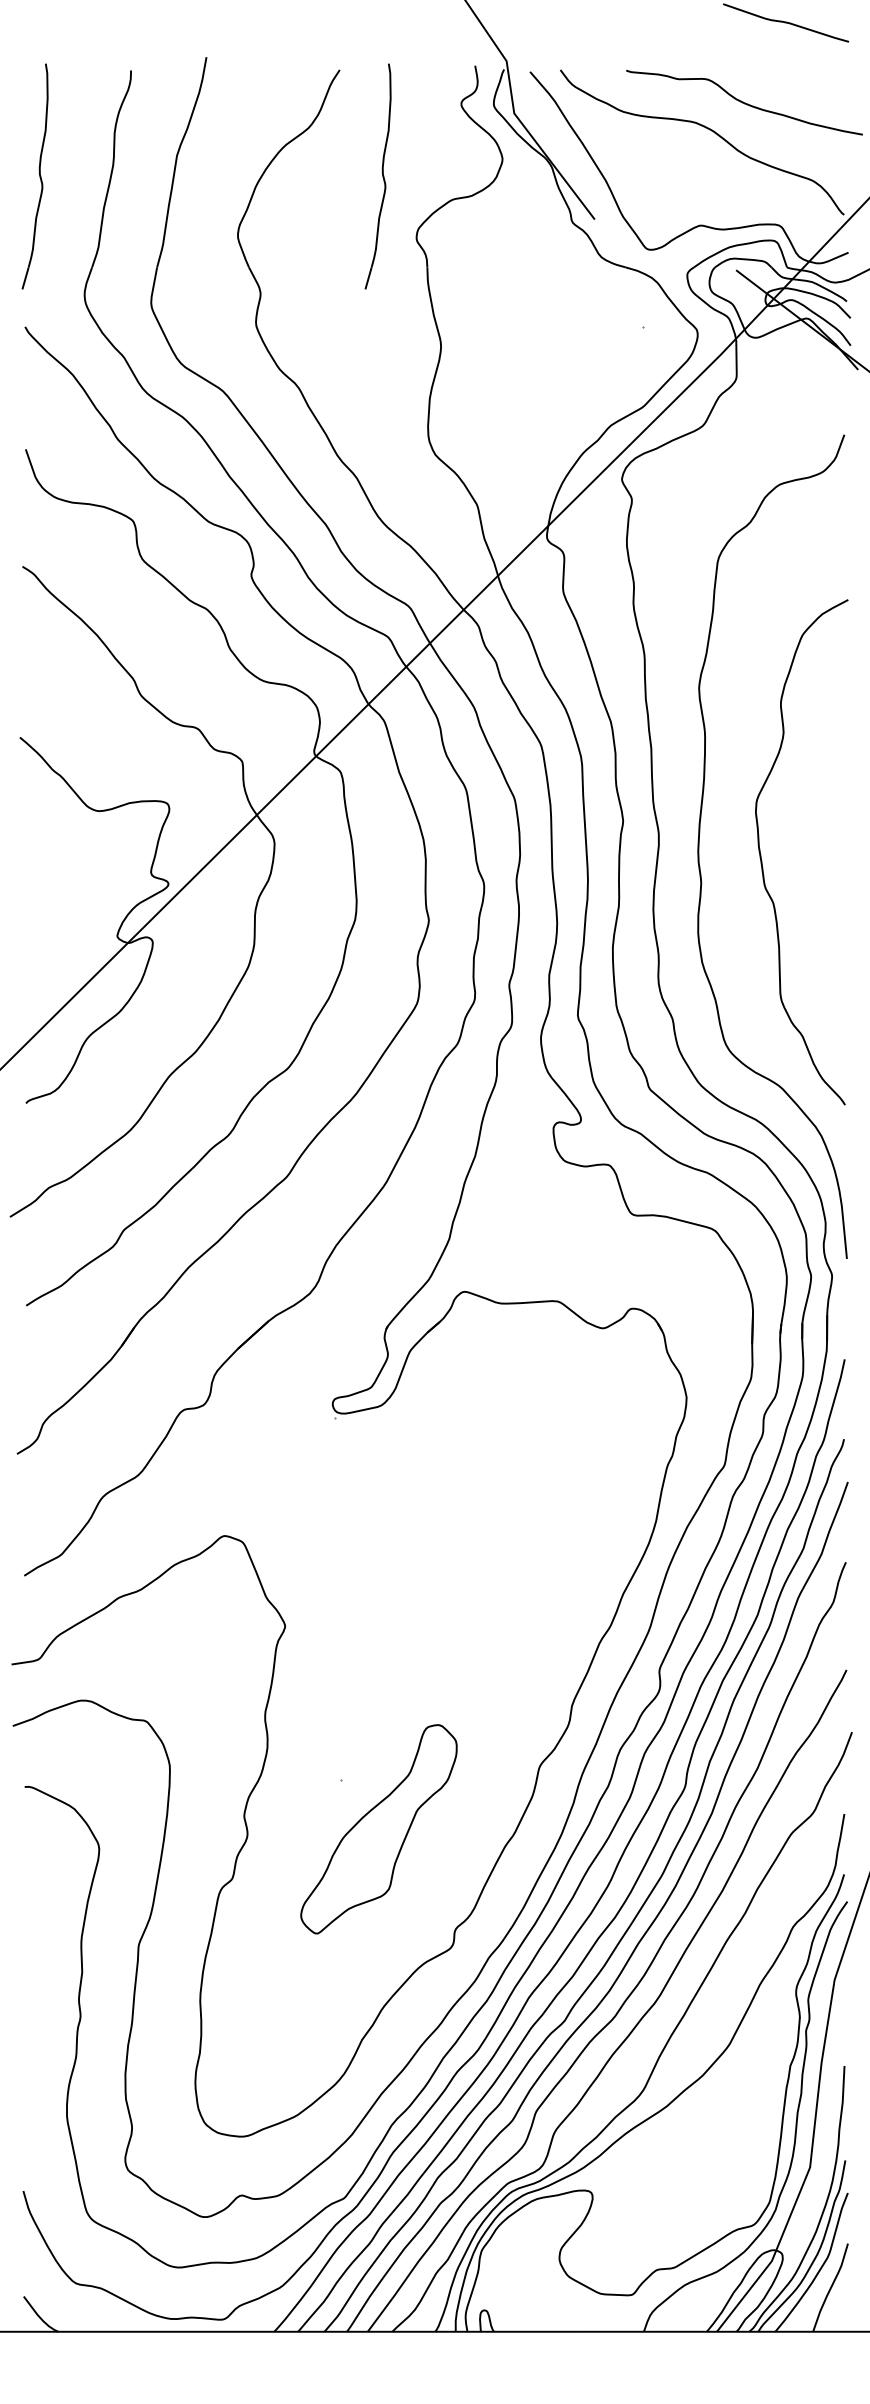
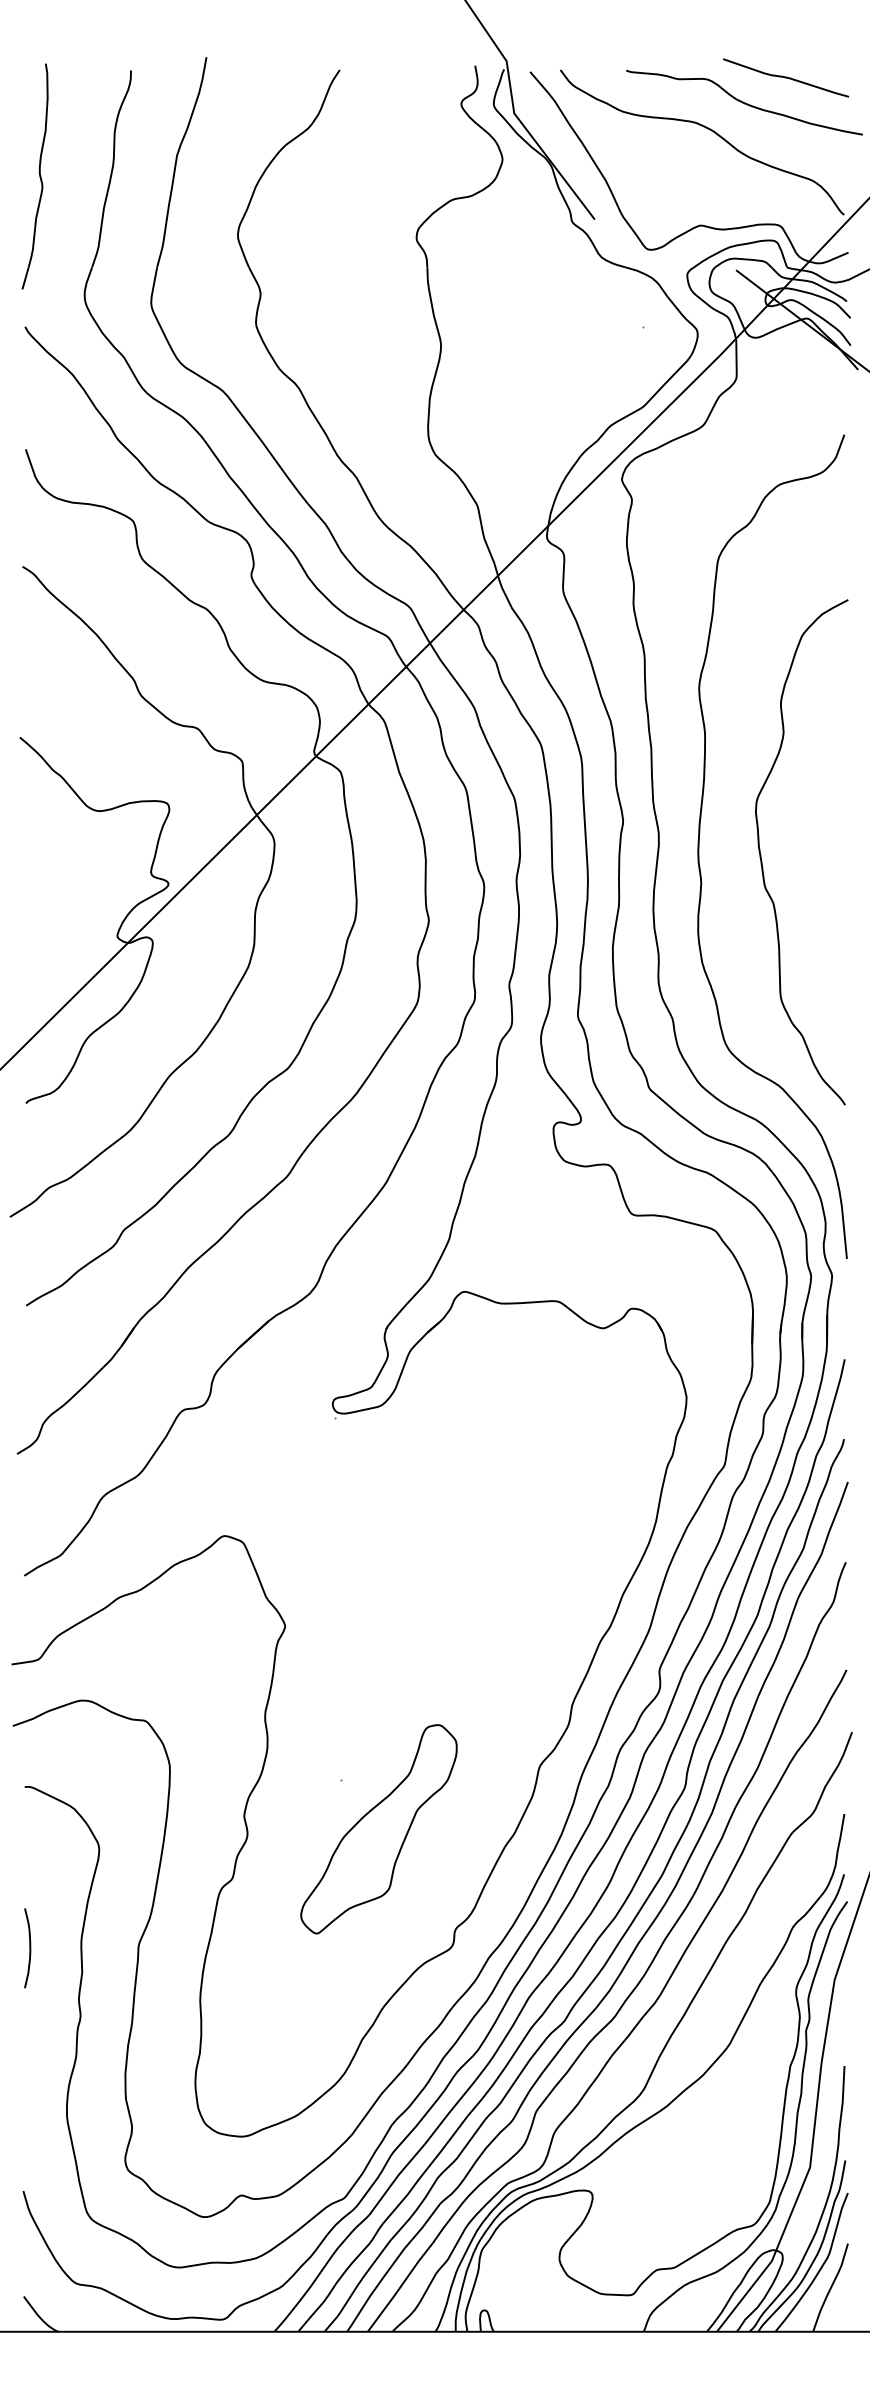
curve at (786, 22) position: (786, 22) -> (786, 77)
part at (377, 176): present -> none
curve at (29, 1948): none -> present
